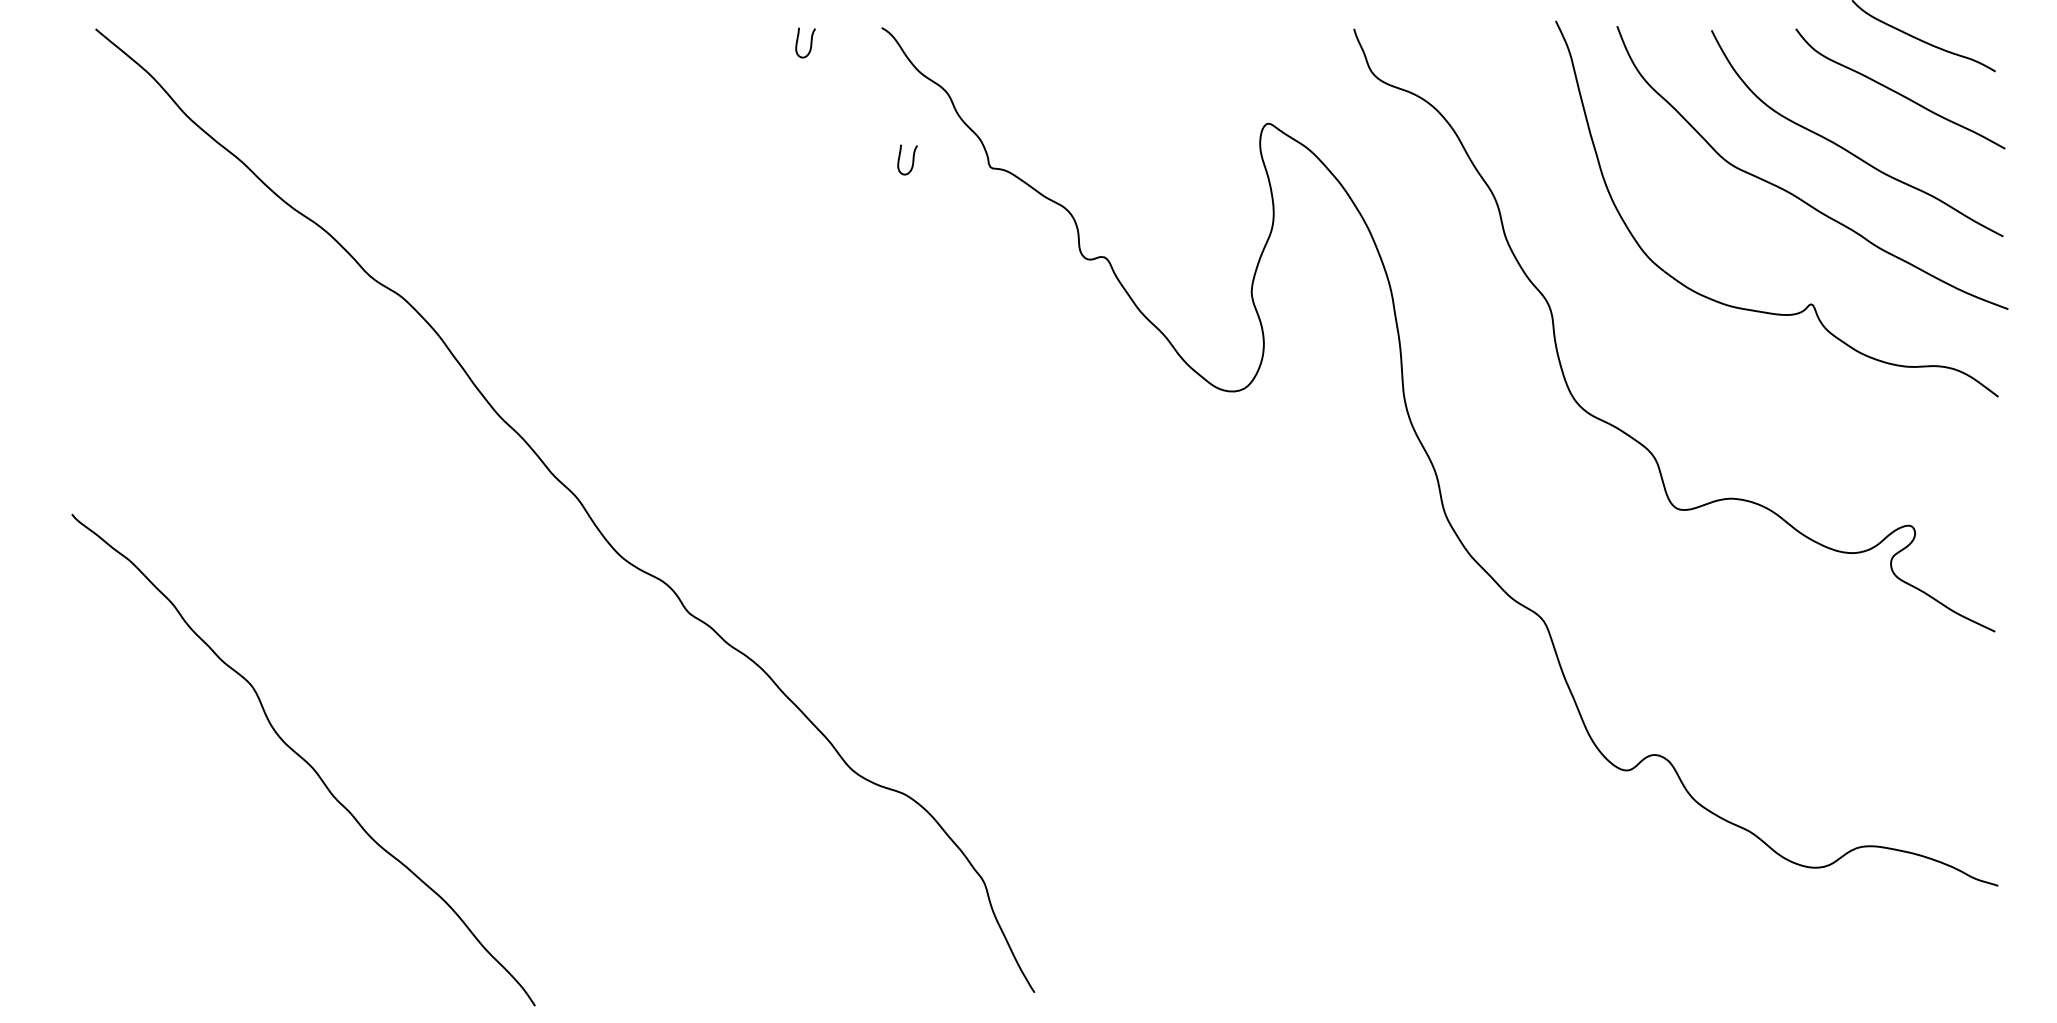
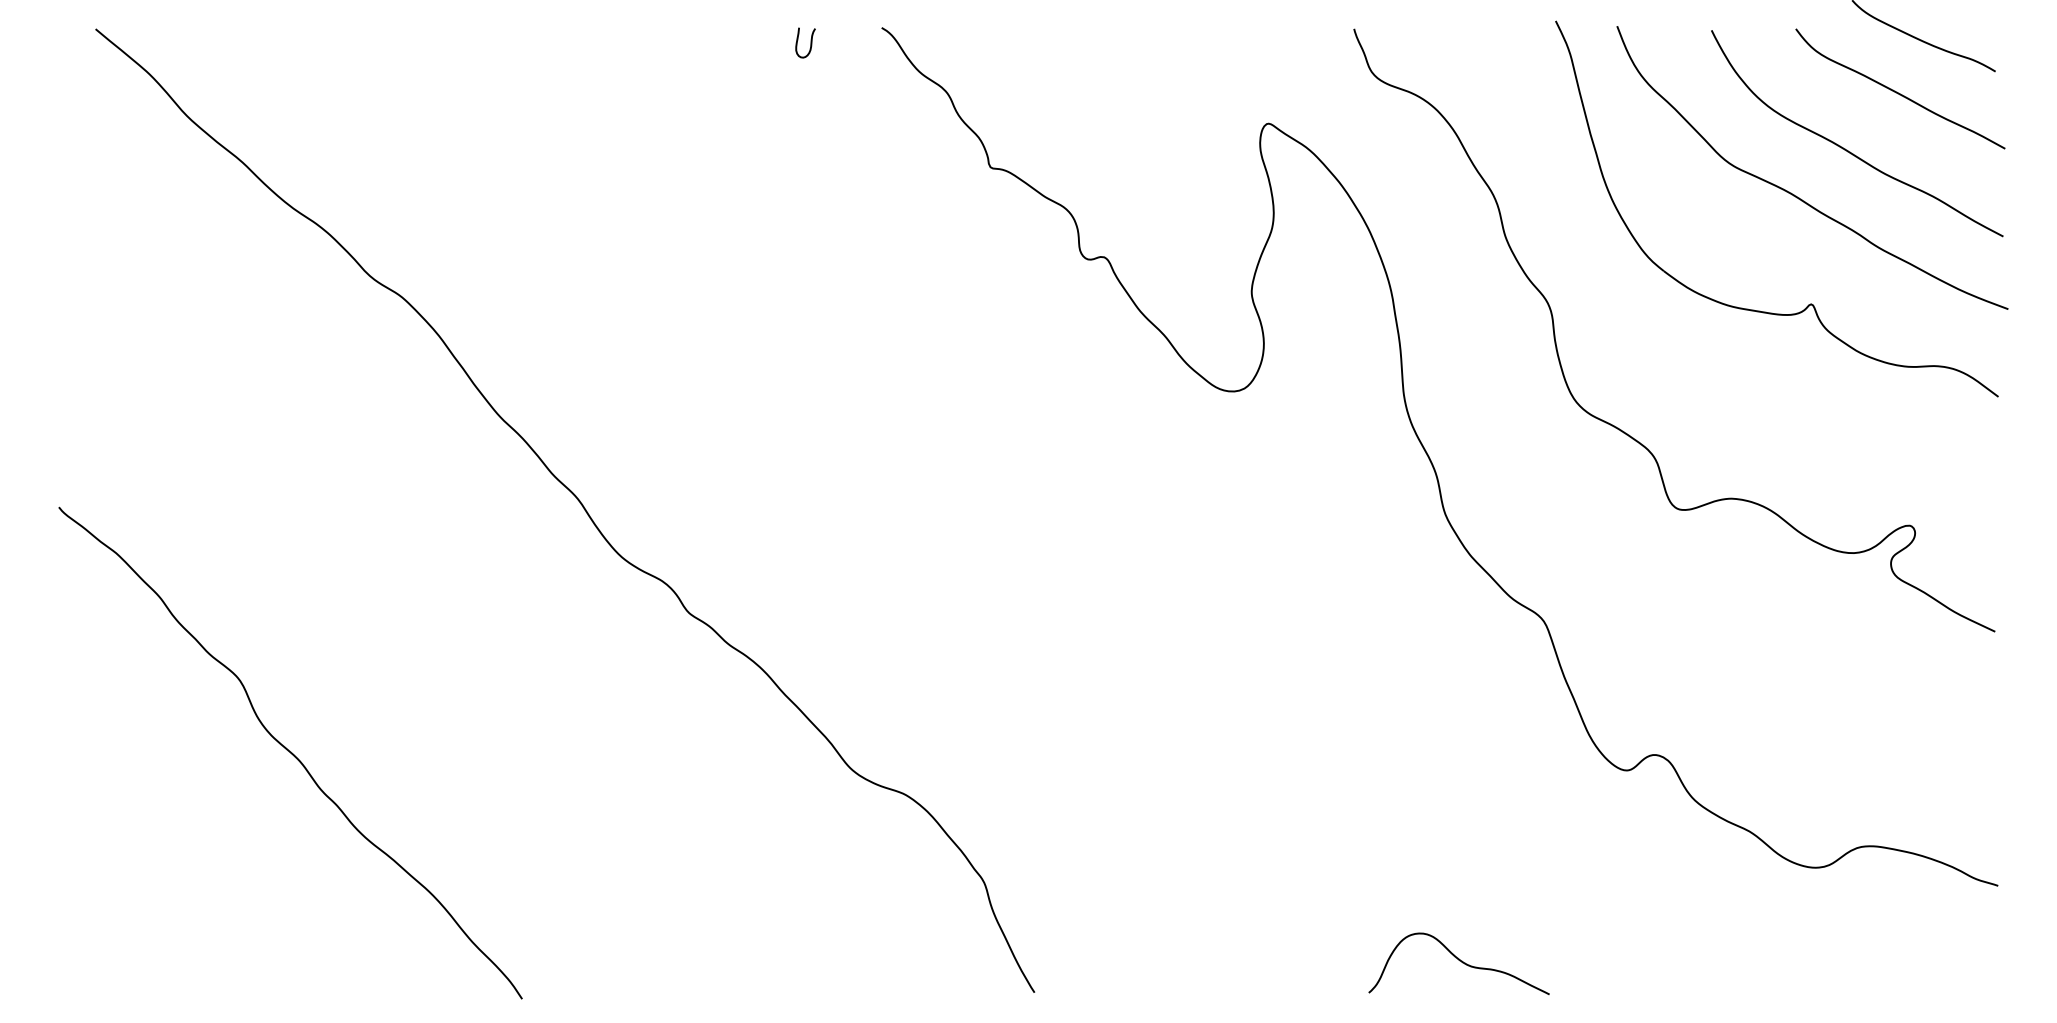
curve at (912, 159): present -> none
curve at (303, 759) position: (303, 759) -> (290, 752)
curve at (1459, 961): none -> present
